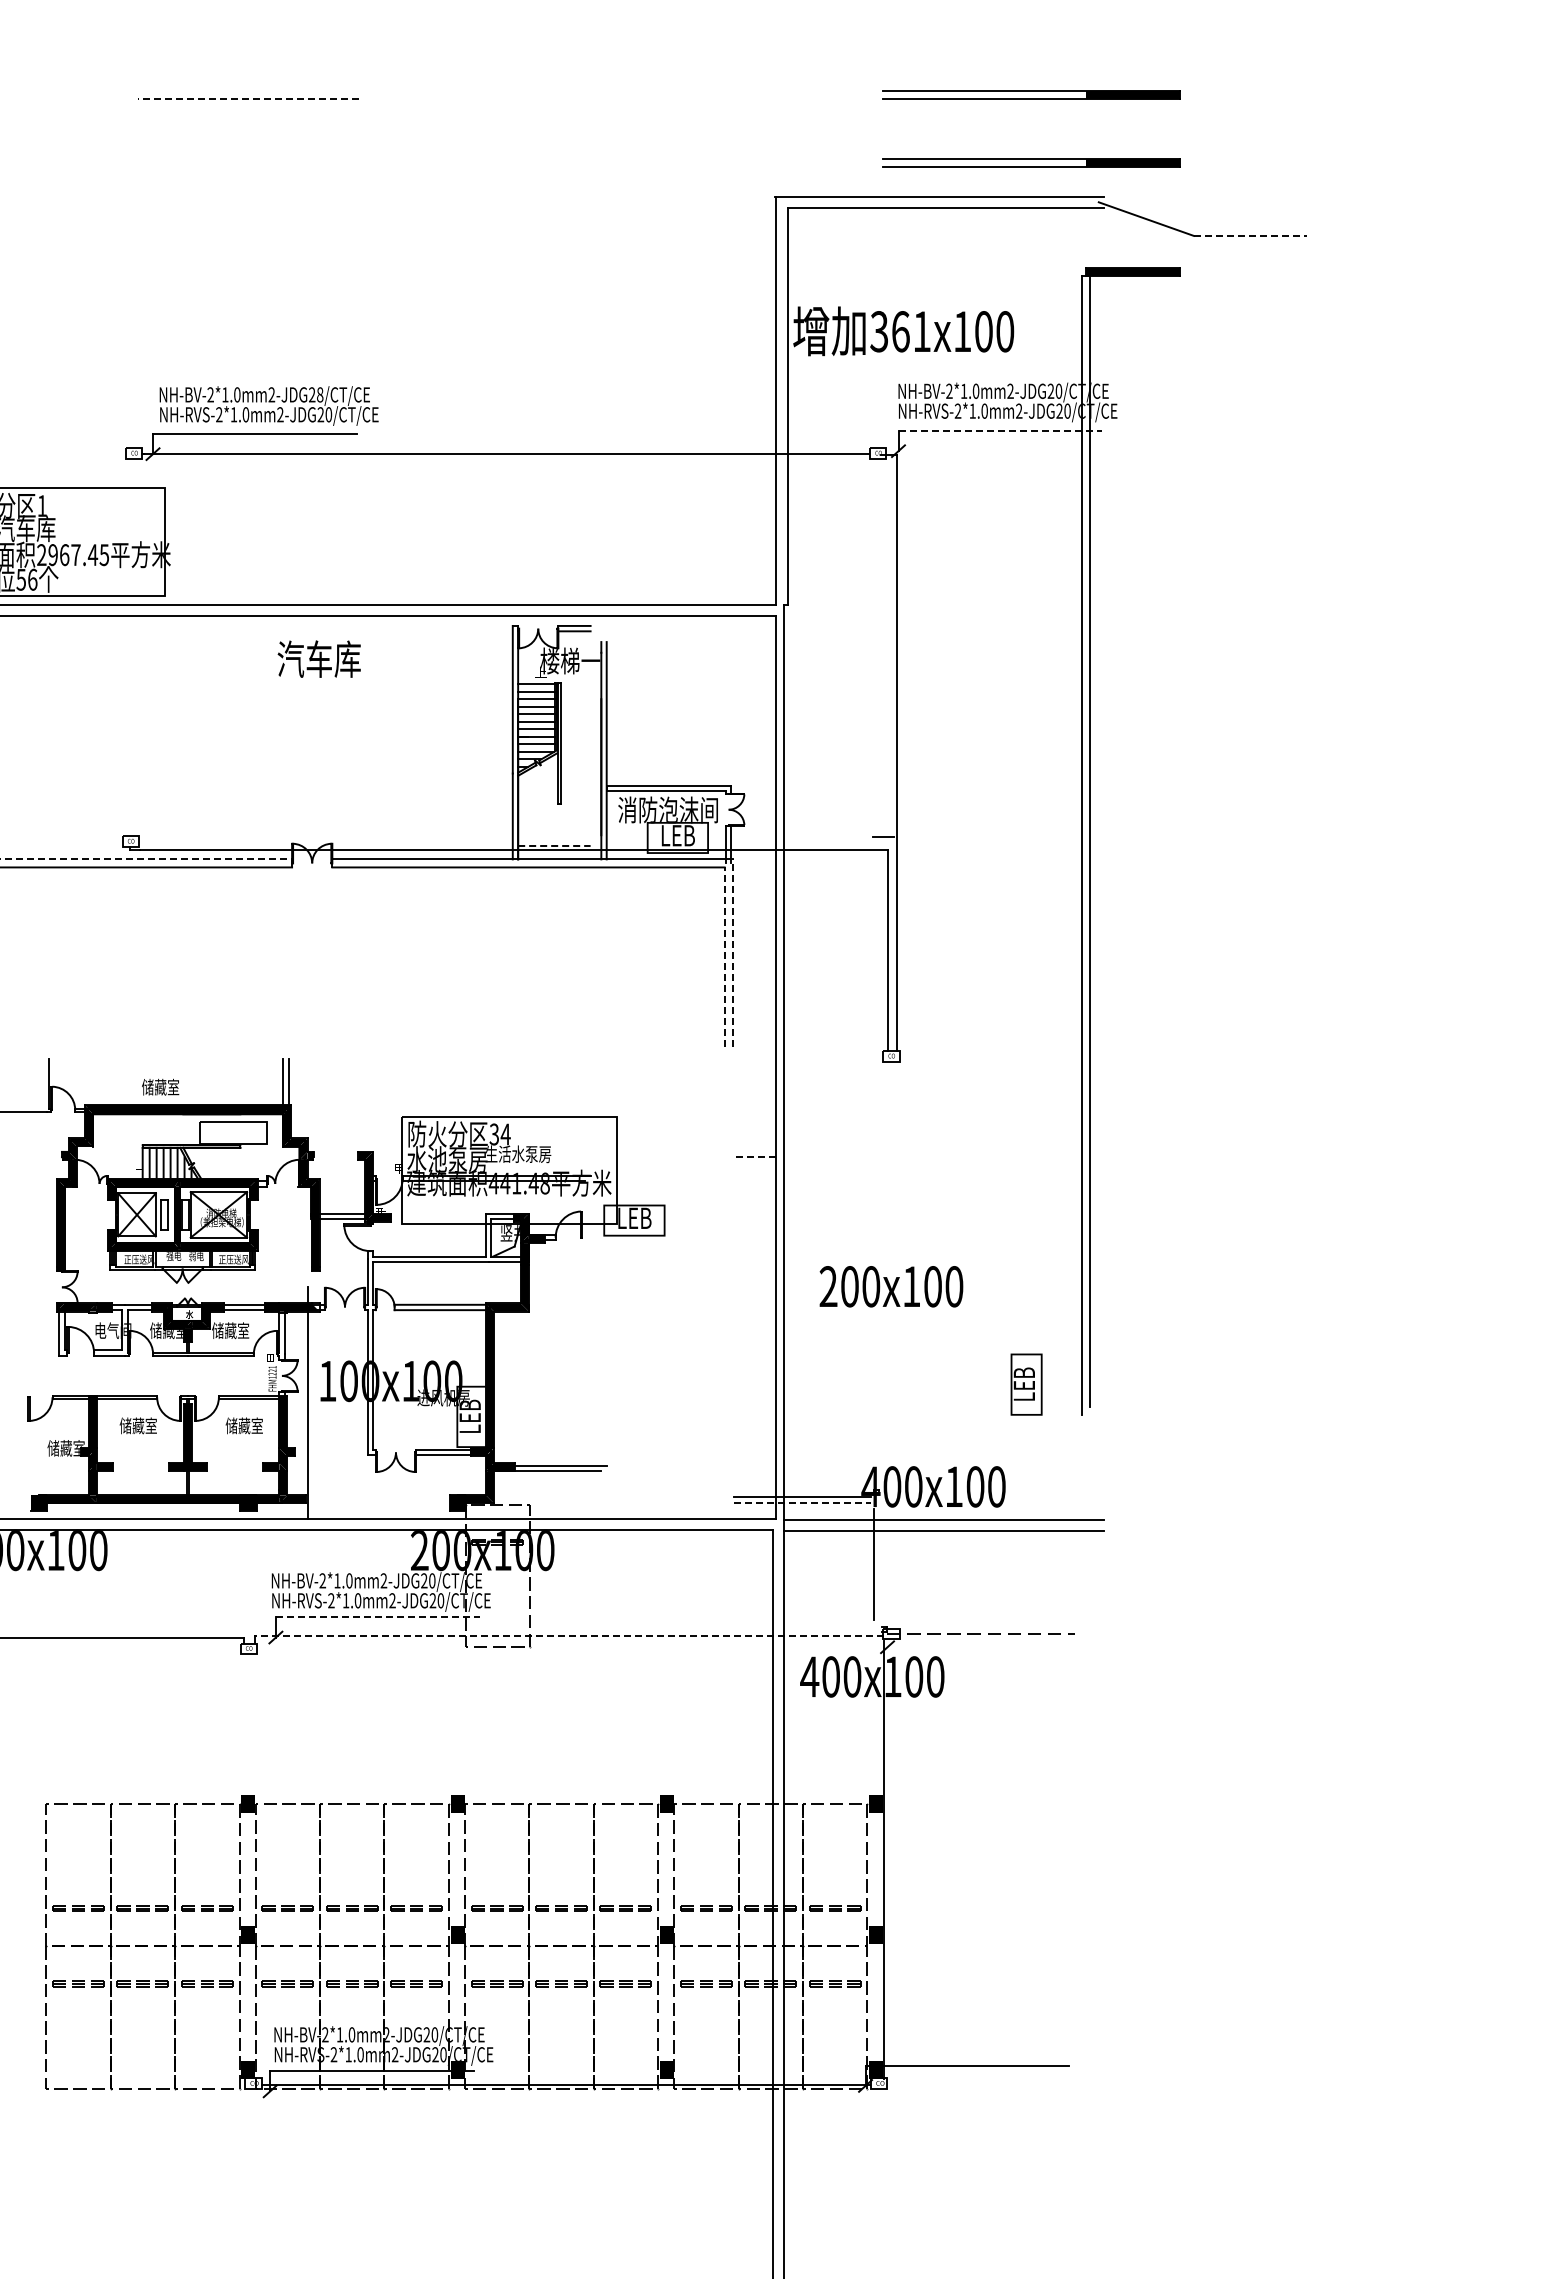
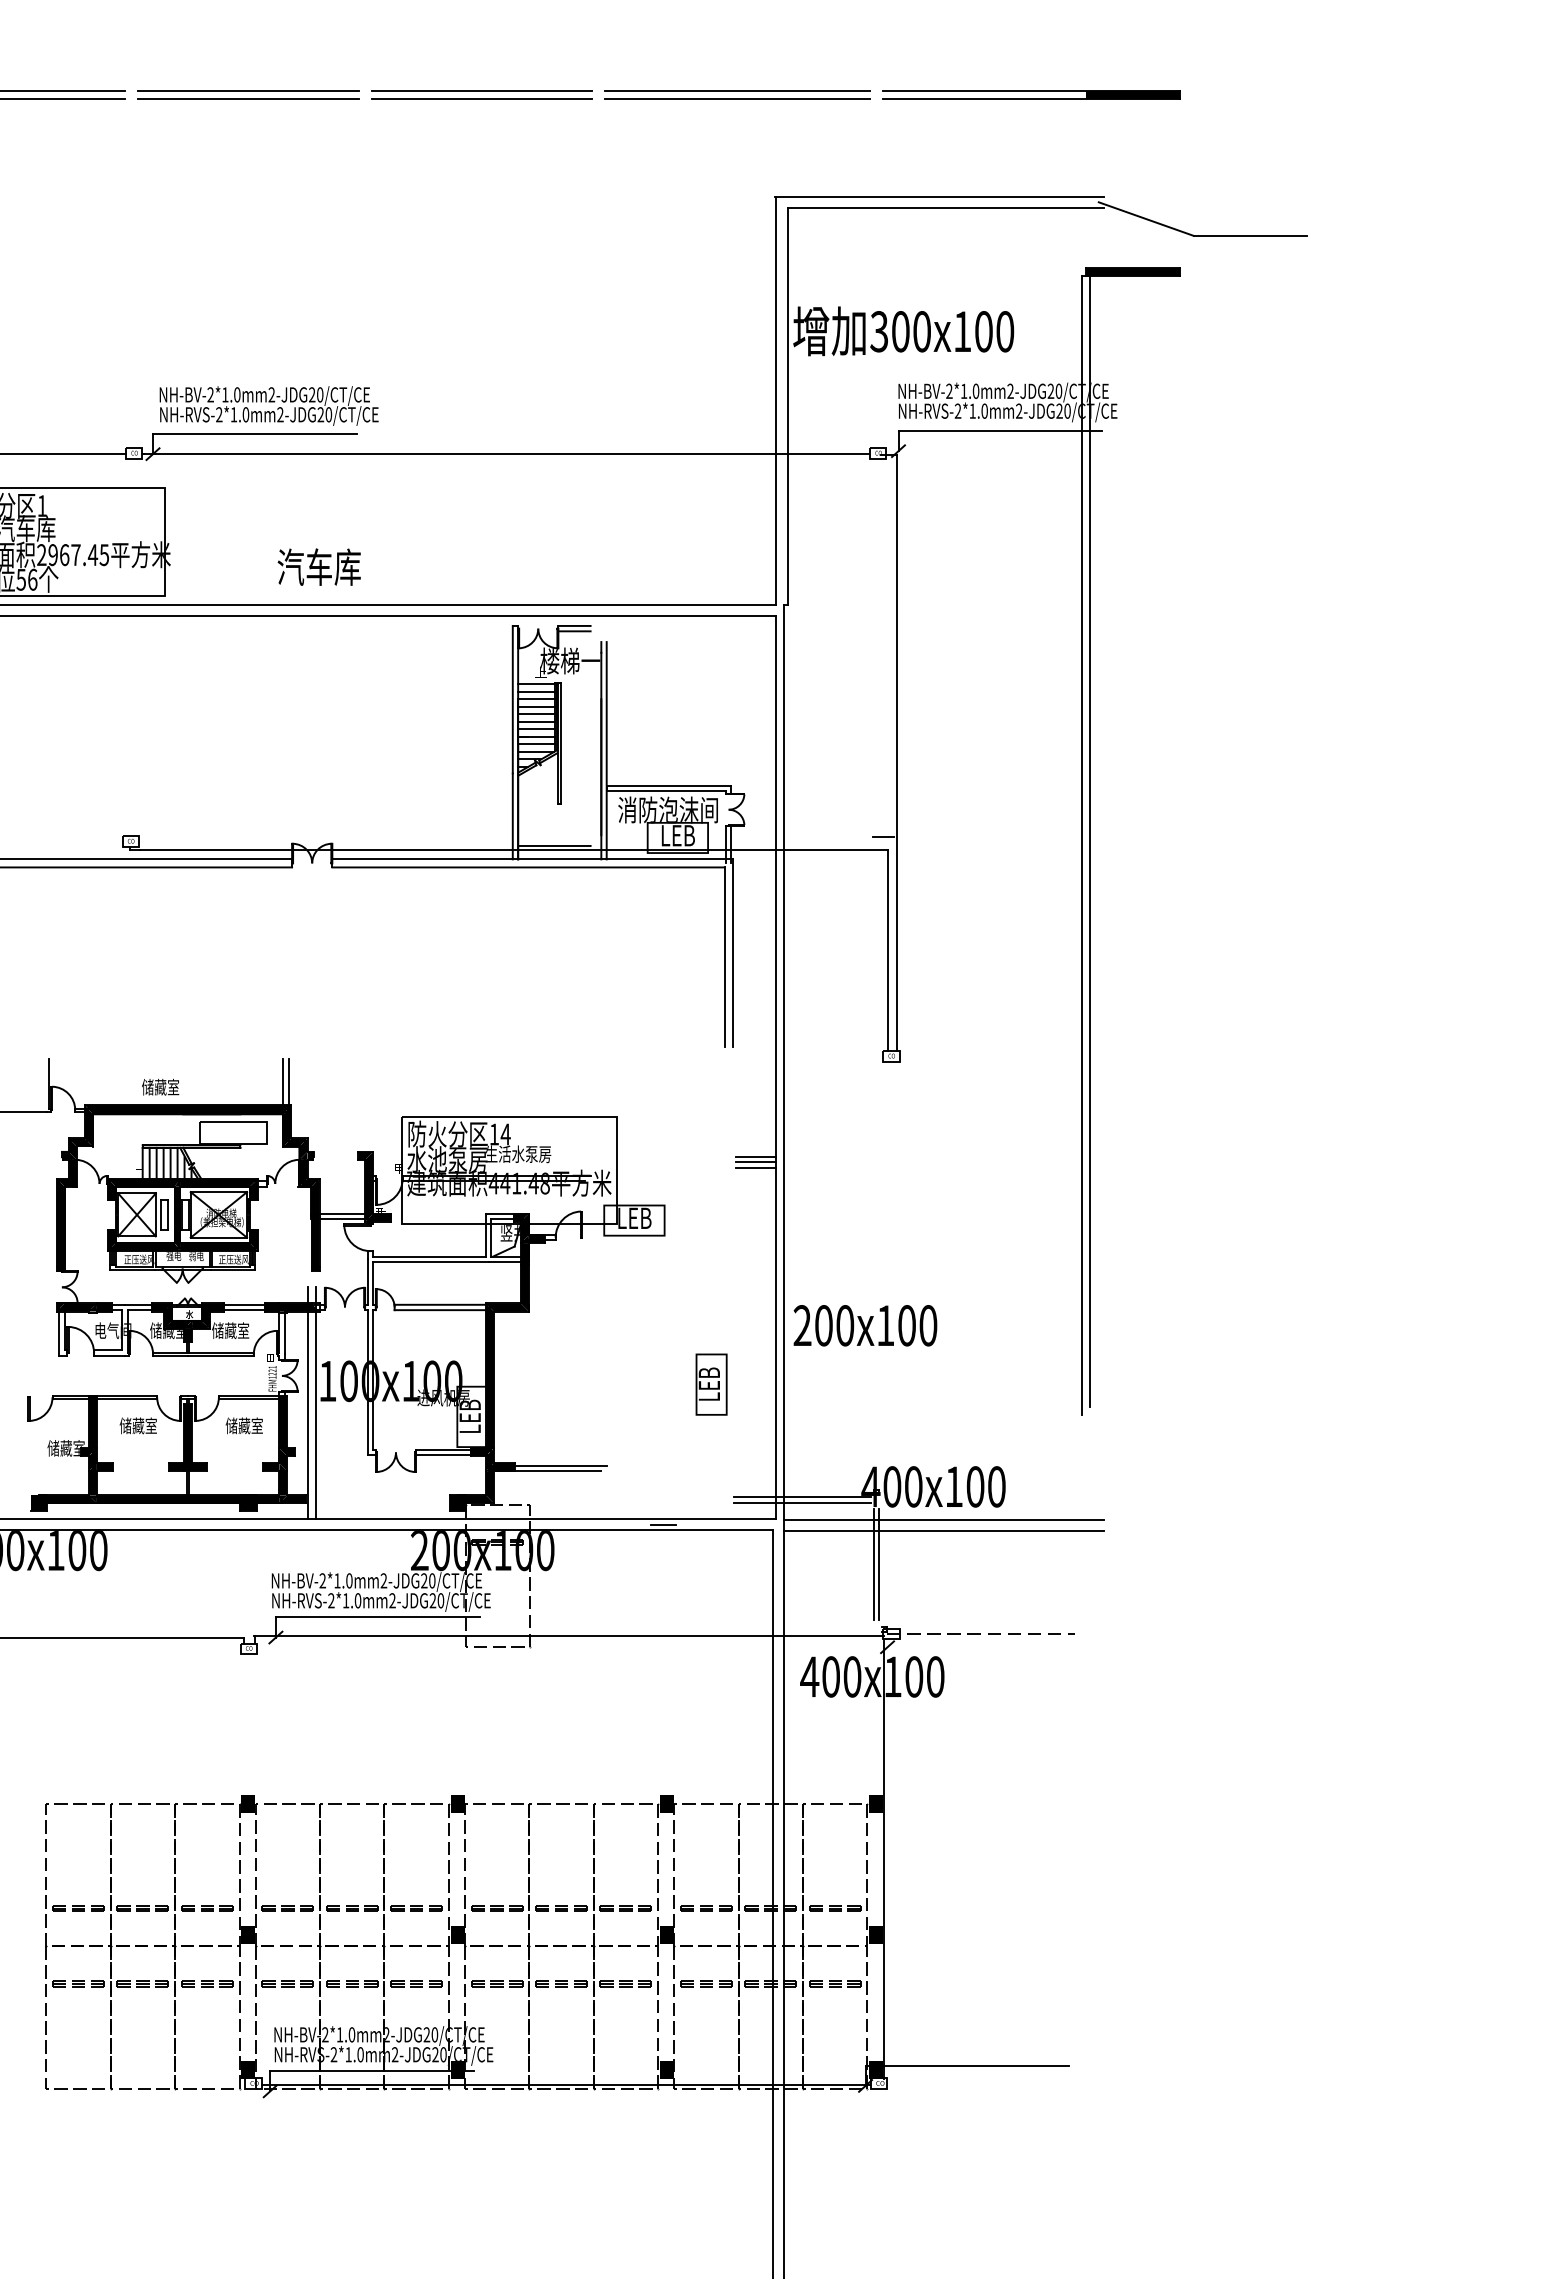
line at (63, 91): none -> present
line at (248, 91): none -> present
line at (737, 91): none -> present
part at (481, 94): none -> present
line at (63, 99): none -> present
line at (248, 99): dashed -> solid
line at (737, 99): none -> present
part at (1031, 162): present -> none
line at (1250, 235): dashed -> solid
text at (911, 331): 361x100 -> 300x100
text at (320, 394): NH-BV-2*1.0mm2-JDG28/CT/CE -> NH-BV-2*1.0mm2-JDG20/CT/CE
line at (1000, 430): dashed -> solid
line at (63, 453): none -> present
text at (318, 658) position: (318, 658) -> (318, 566)
line at (554, 845): dashed -> solid
line at (146, 859): dashed -> solid
line at (732, 953): dashed -> solid
line at (724, 957): dashed -> solid
text at (493, 1134): 34 -> 14
line at (755, 1156): dashed -> solid
line at (755, 1162): none -> present
line at (755, 1167): none -> present
text at (891, 1286) position: (891, 1286) -> (865, 1325)
text at (1026, 1384) position: (1026, 1384) -> (711, 1384)
line at (315, 1403): none -> present
line at (802, 1502): dashed -> solid
line at (663, 1524): none -> present
line at (878, 1564): none -> present
line at (377, 1617): dashed -> solid
line at (569, 1636): dashed -> solid
